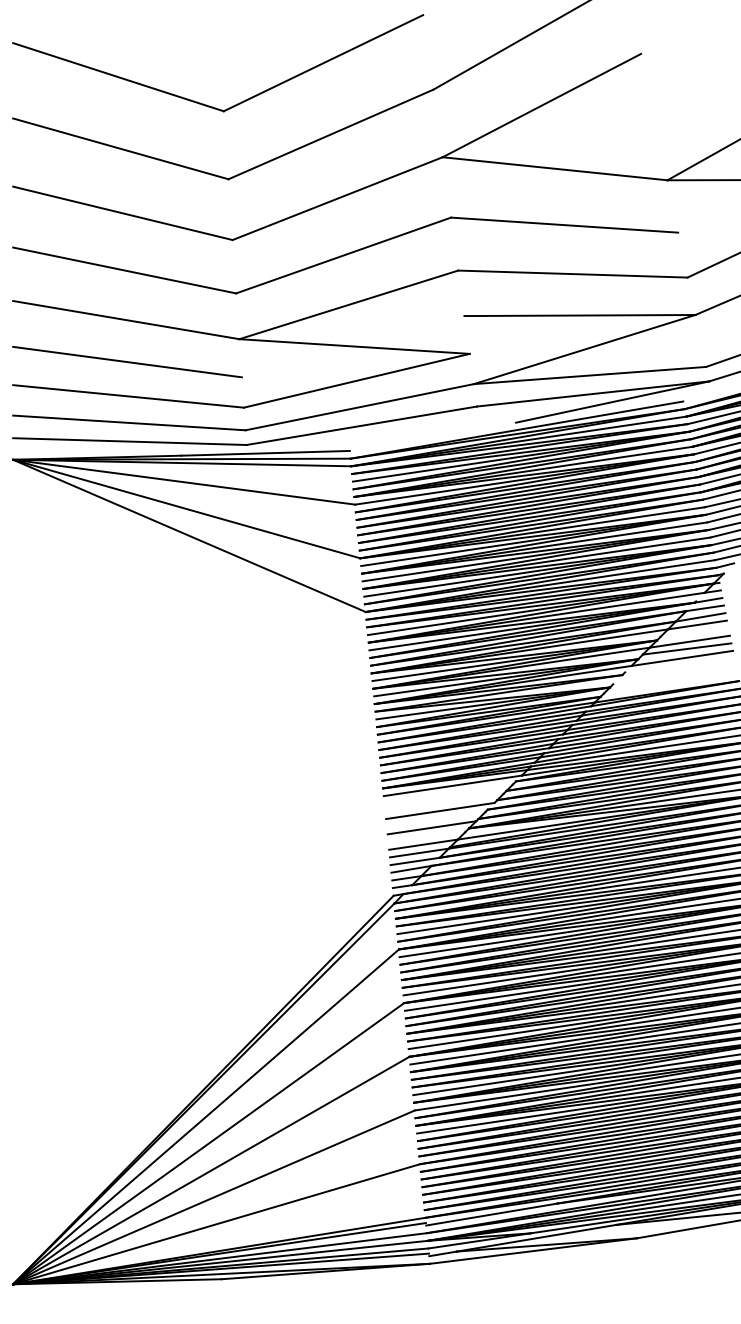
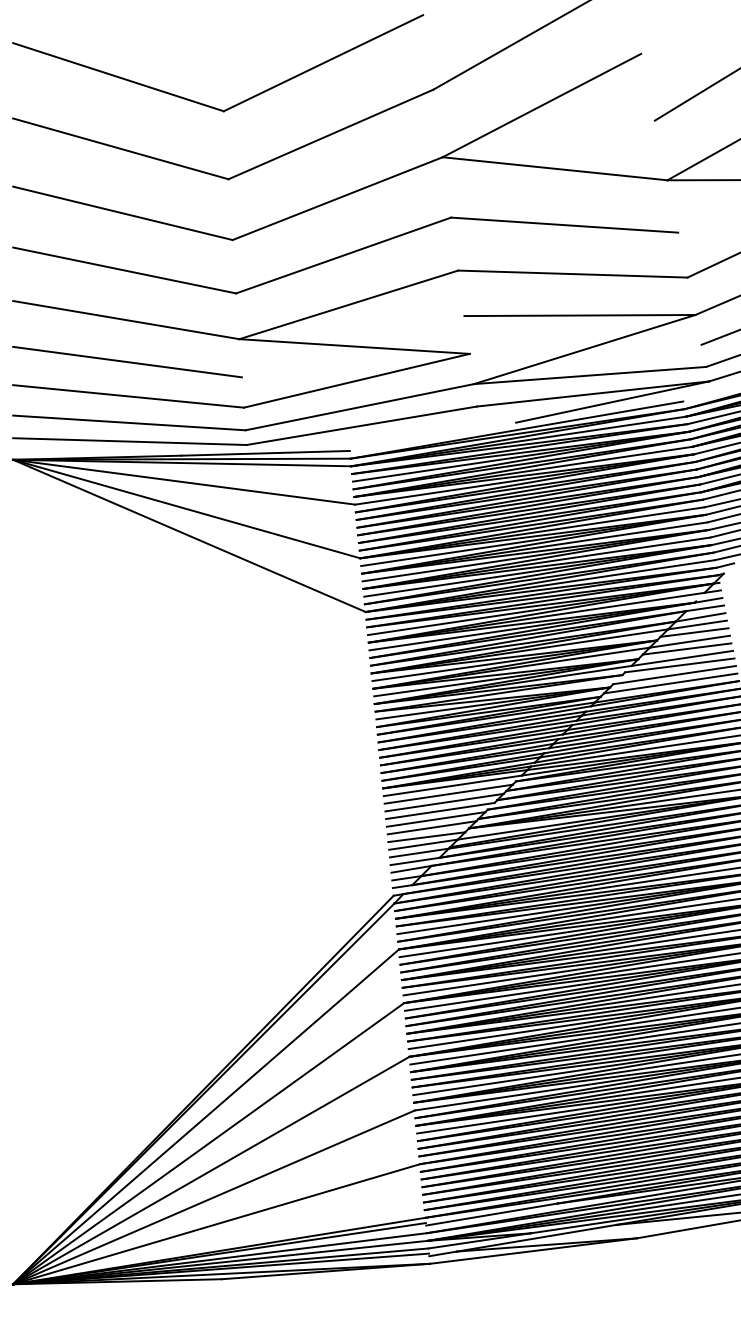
line at (695, 94): none -> present
line at (719, 337): none -> present
line at (694, 632): none -> present
line at (679, 665): none -> present
line at (674, 675): none -> present
line at (670, 683): none -> present
line at (448, 793): none -> present
line at (444, 802): none -> present
line at (435, 819): none -> present
line at (426, 837): none -> present
